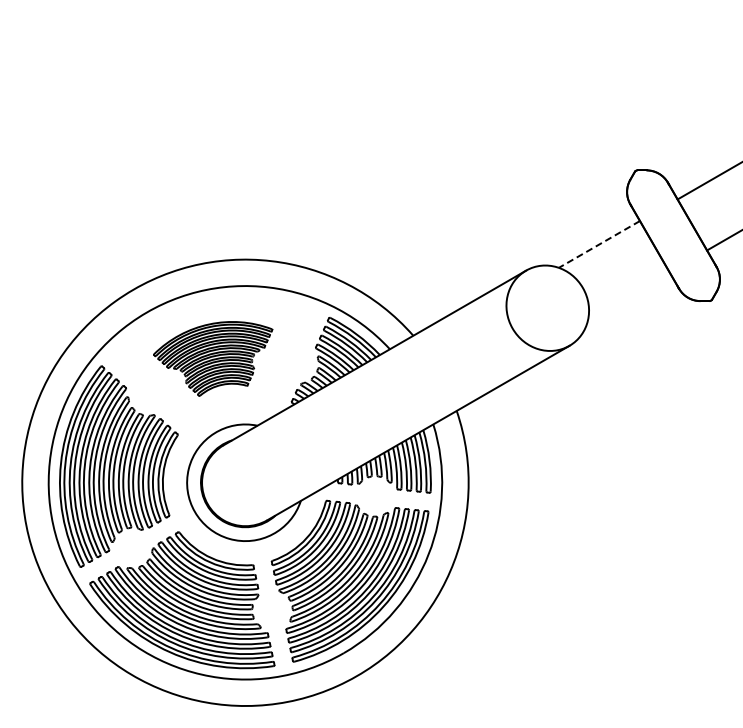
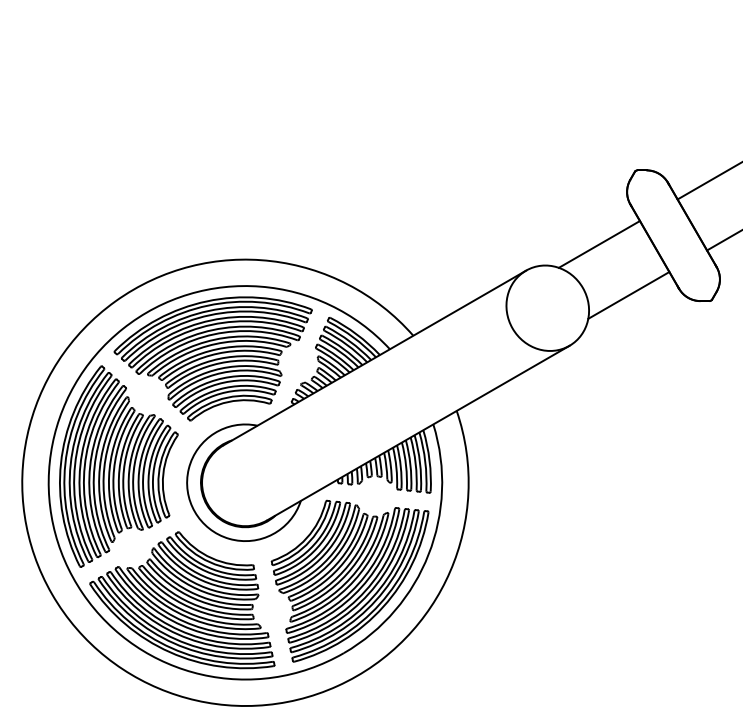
line at (599, 244): dashed -> solid
line at (628, 295): none -> present
part at (213, 358) size: 121x76 px -> 200x126 px
